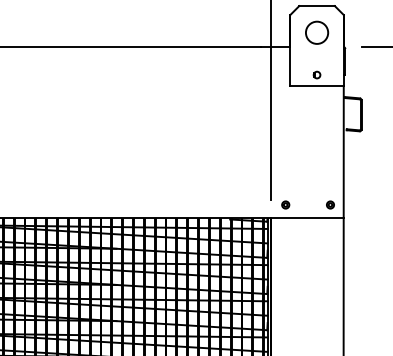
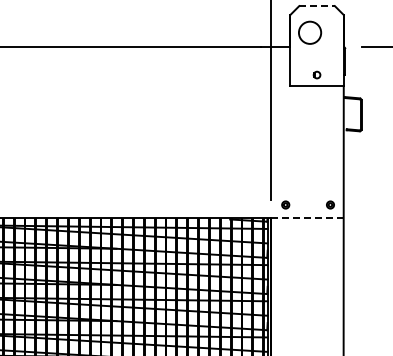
line at (317, 6): solid -> dashed
circle at (317, 32) position: (317, 32) -> (310, 32)
line at (307, 217): solid -> dashed
